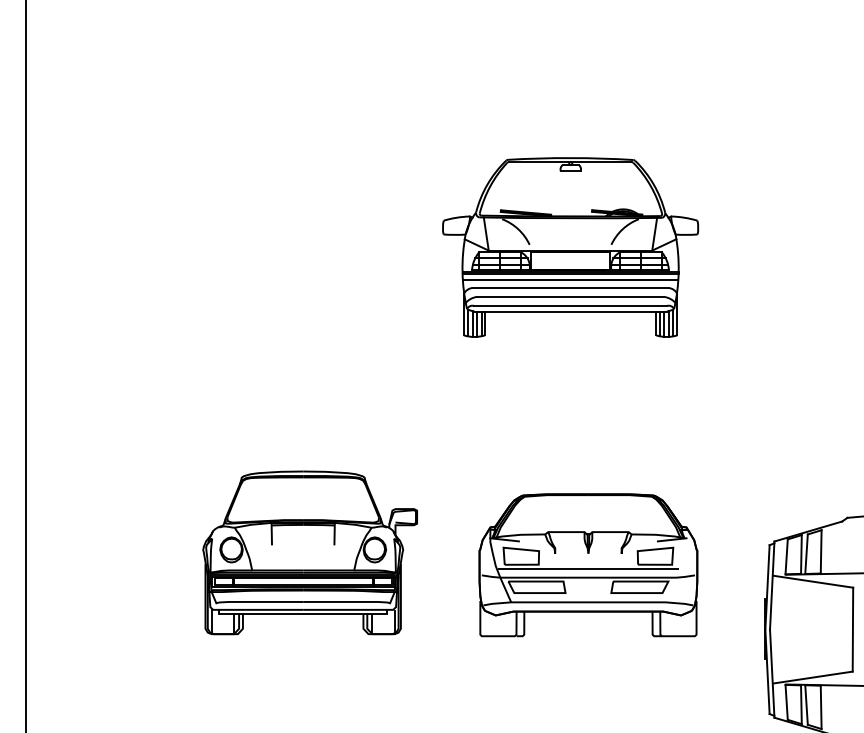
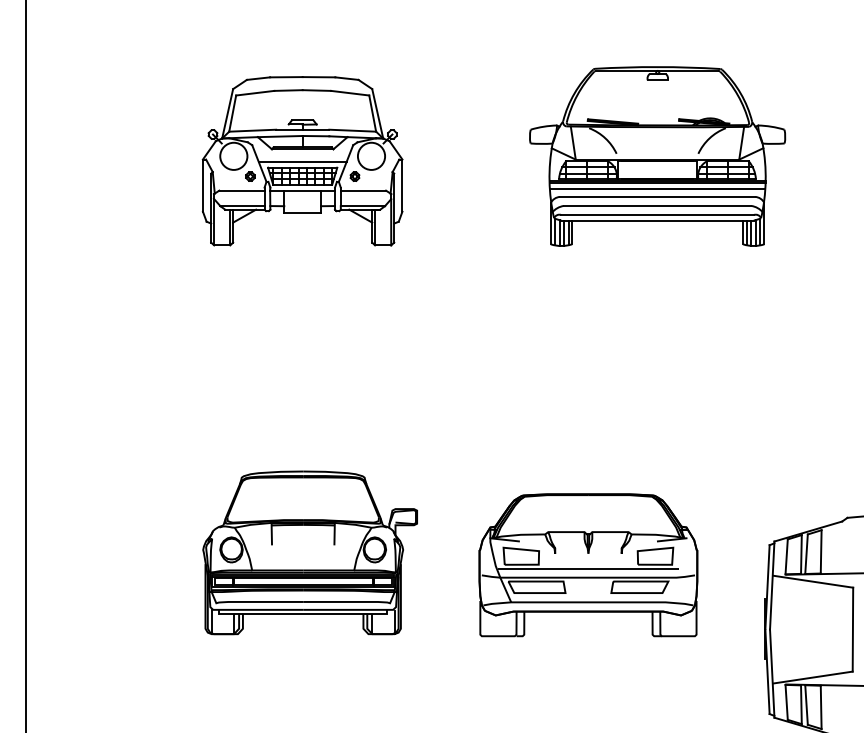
part at (302, 161): none -> present
part at (570, 247) position: (570, 247) -> (657, 156)
